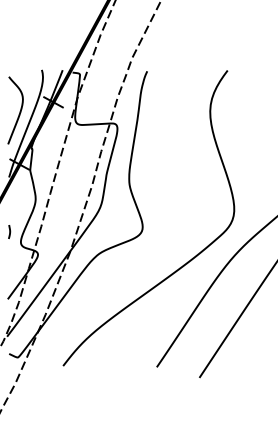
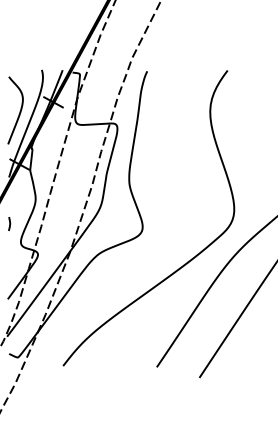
curve at (9, 231) position: (9, 231) -> (9, 223)
